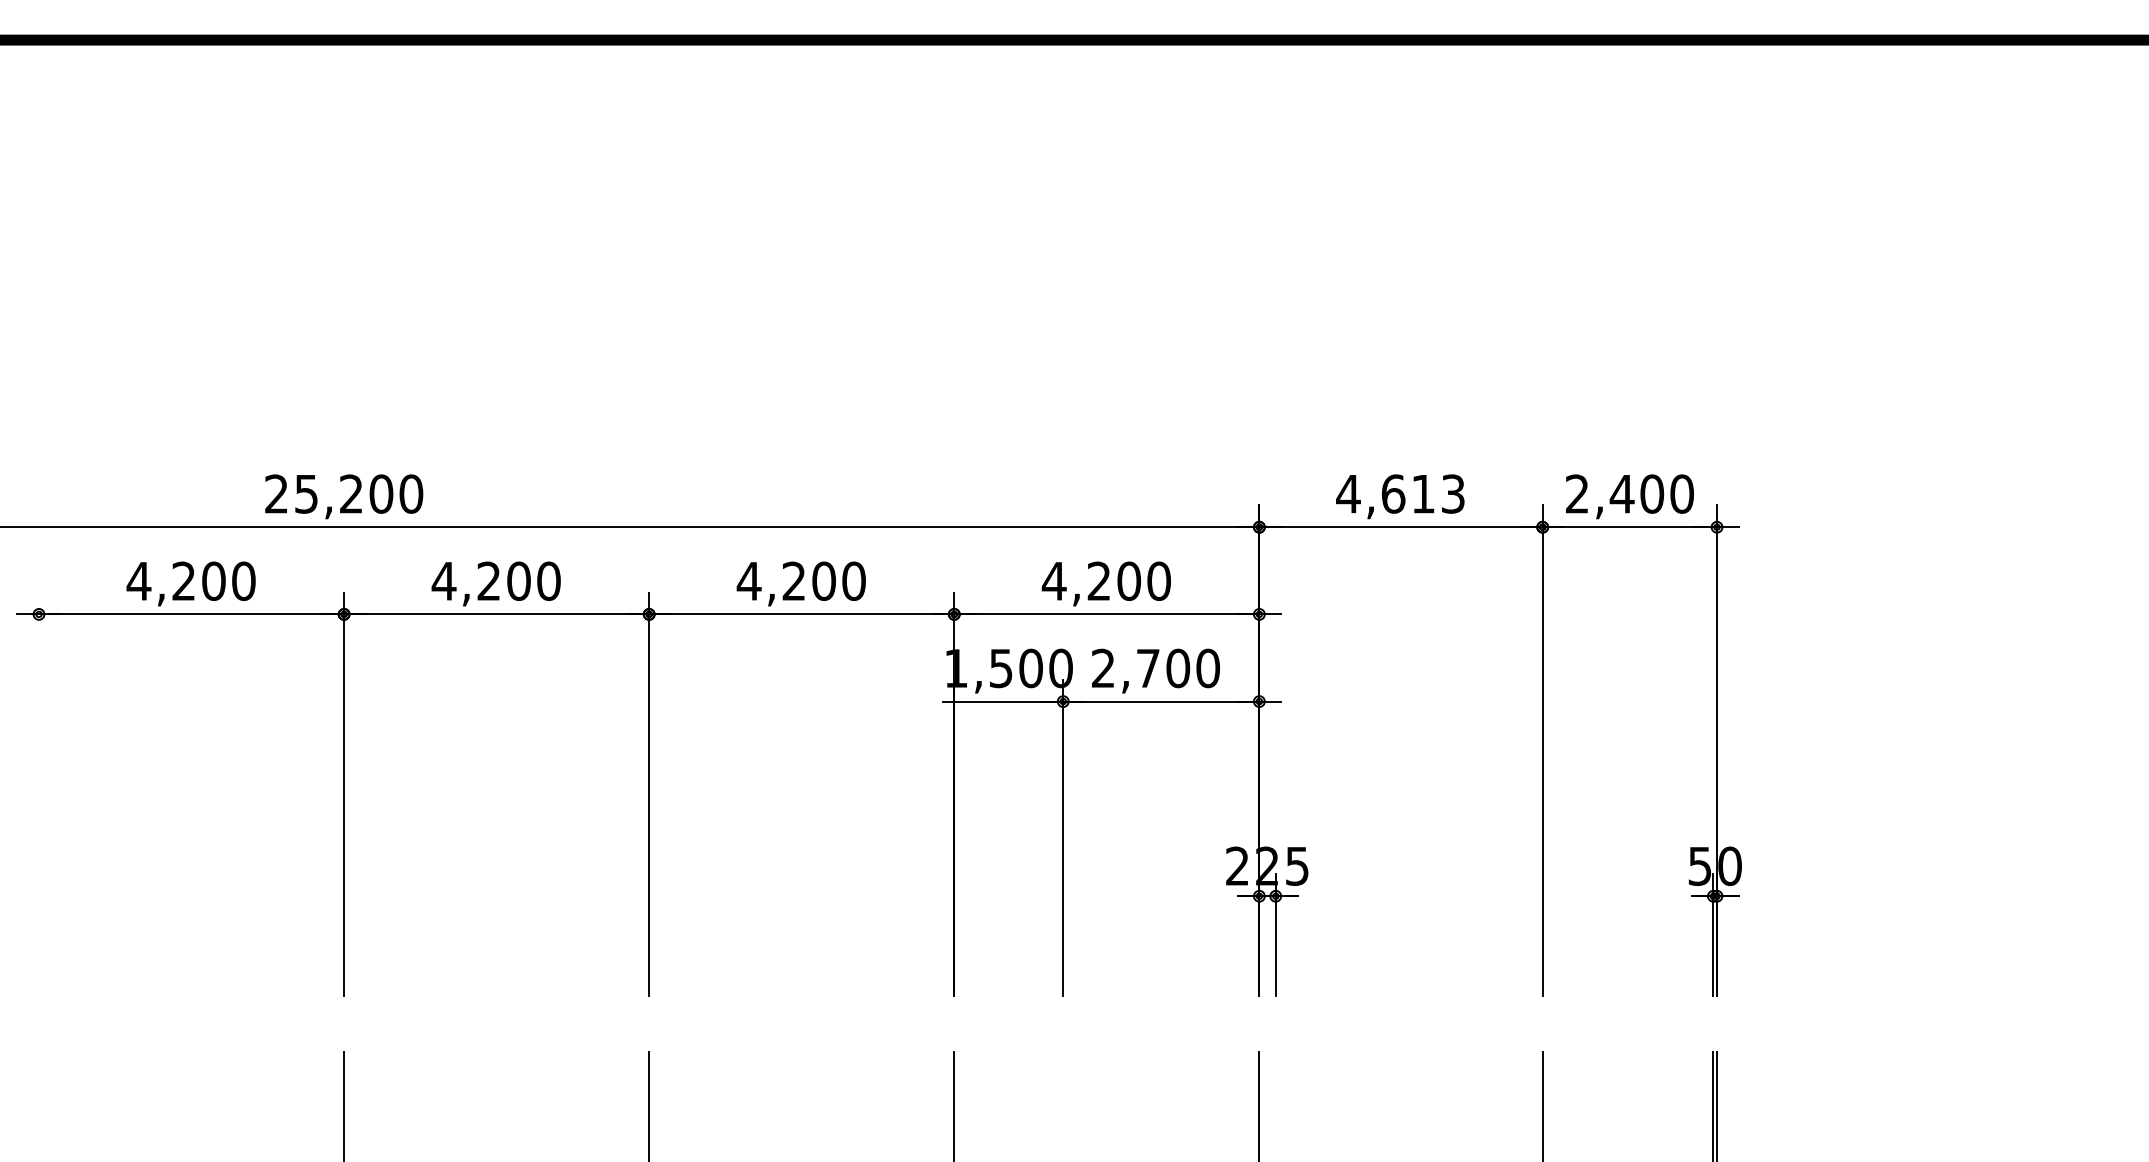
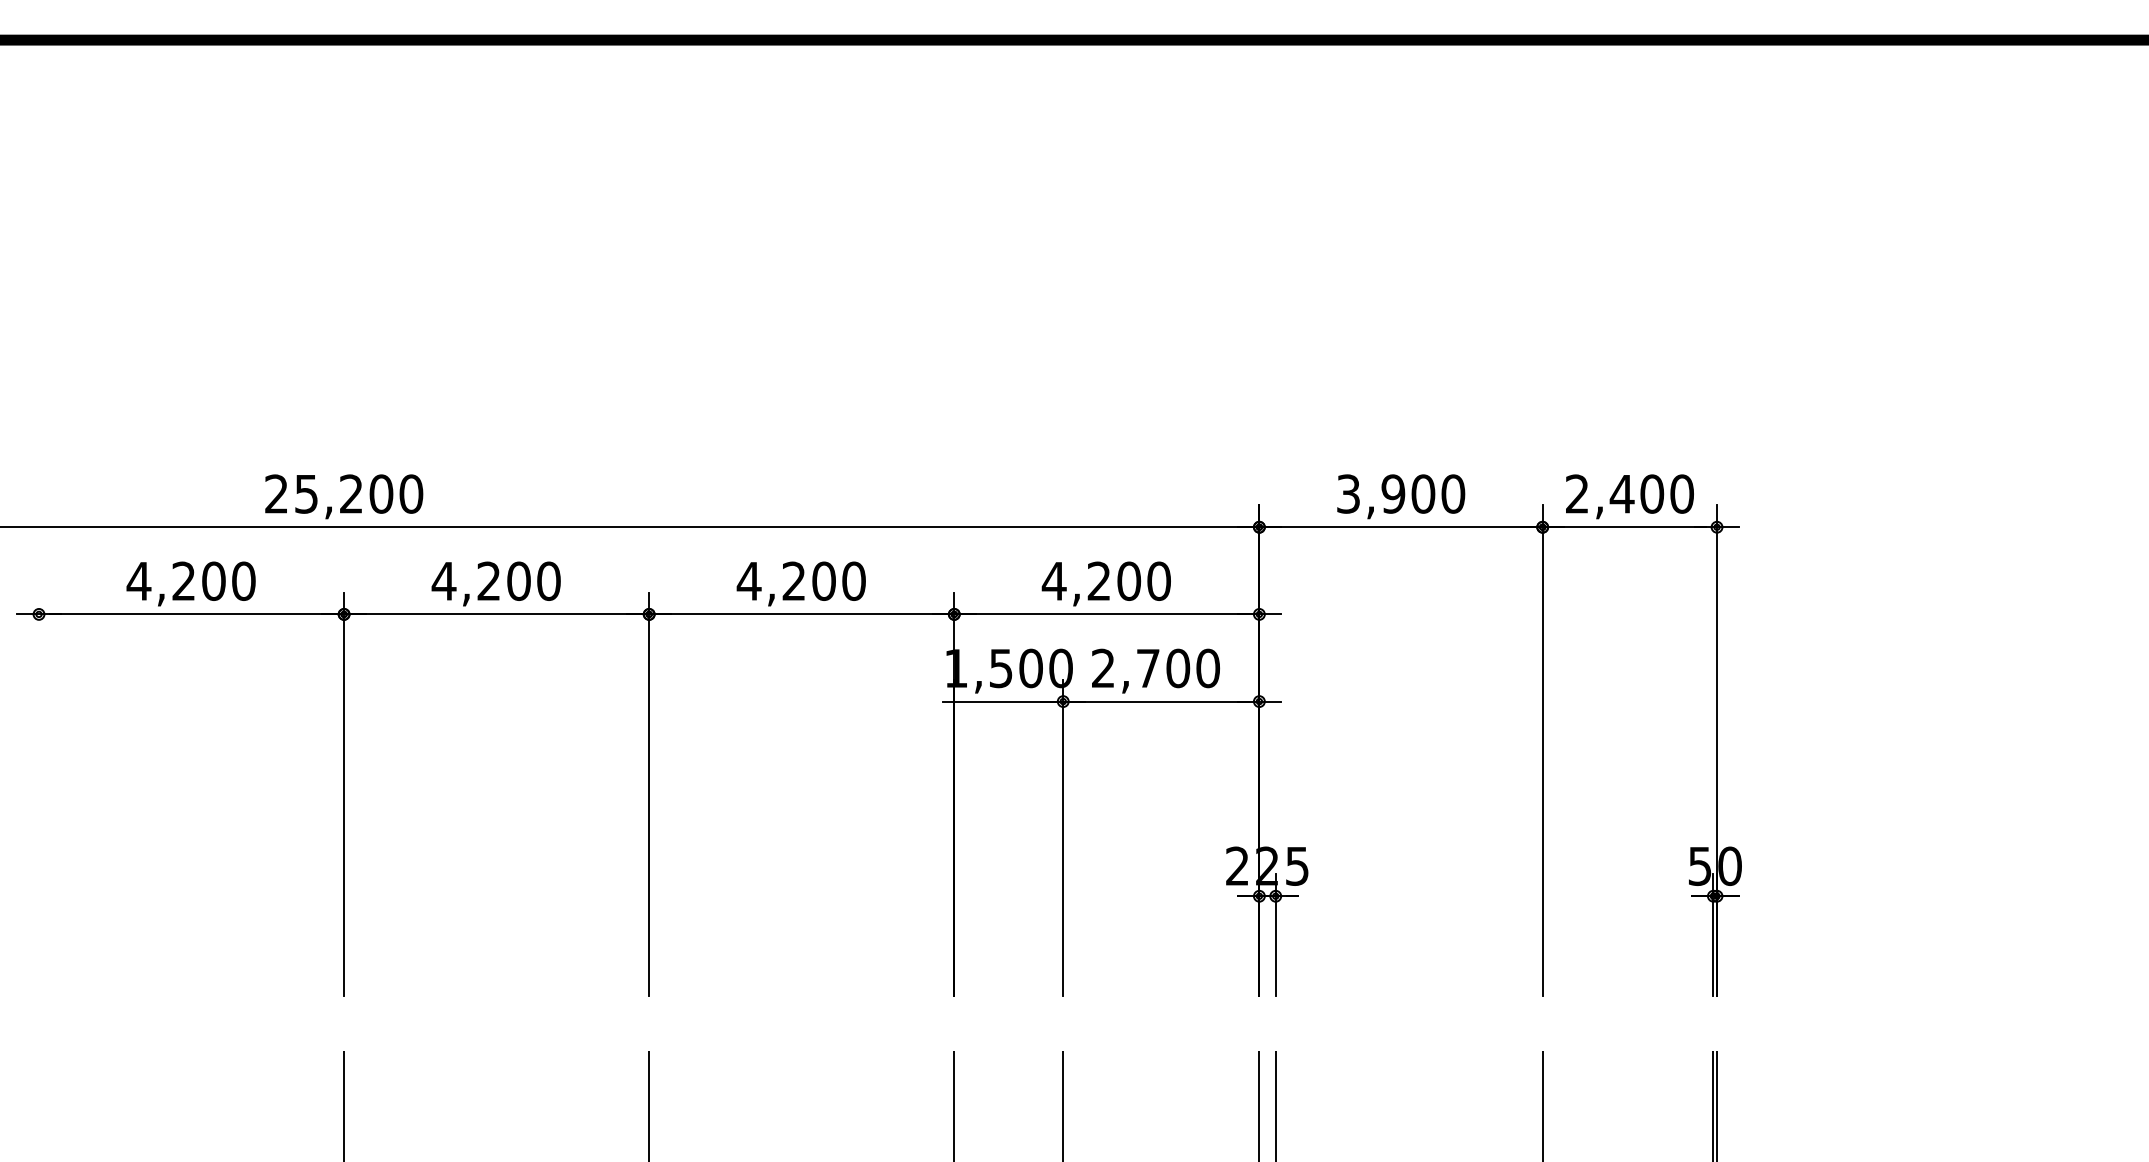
text at (1400, 493): 4,613 -> 3,900
line at (1063, 1104): none -> present
line at (1275, 1104): none -> present
